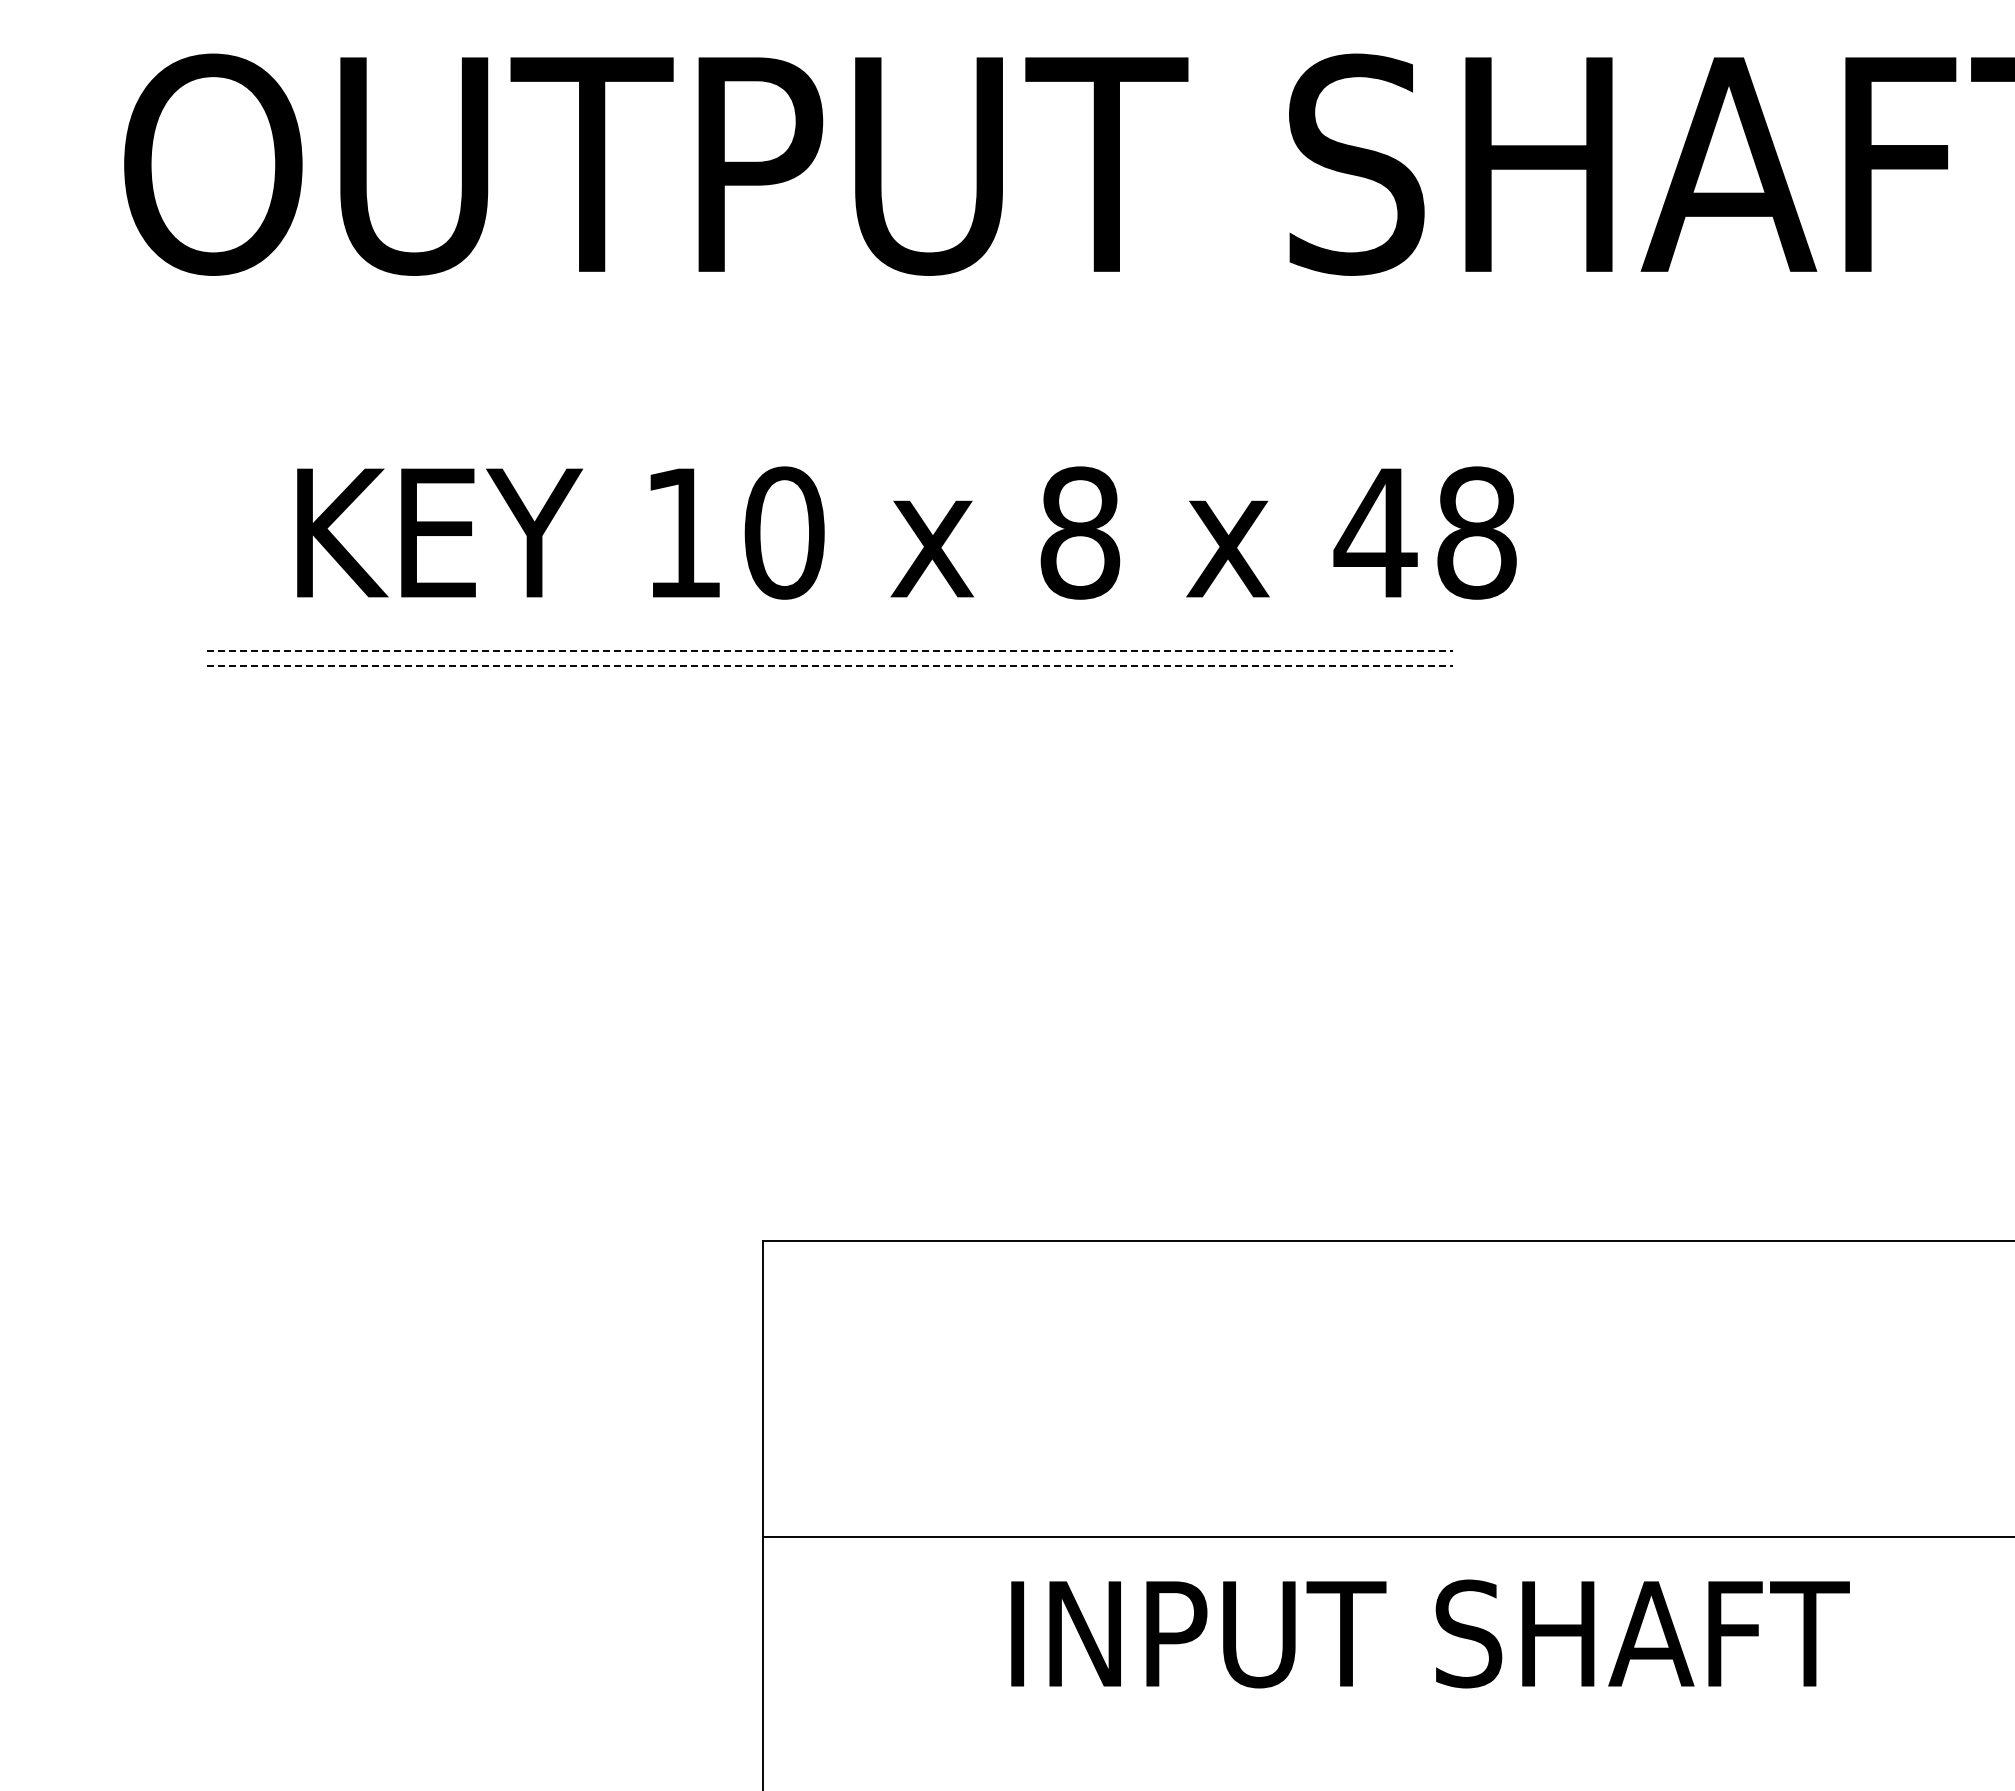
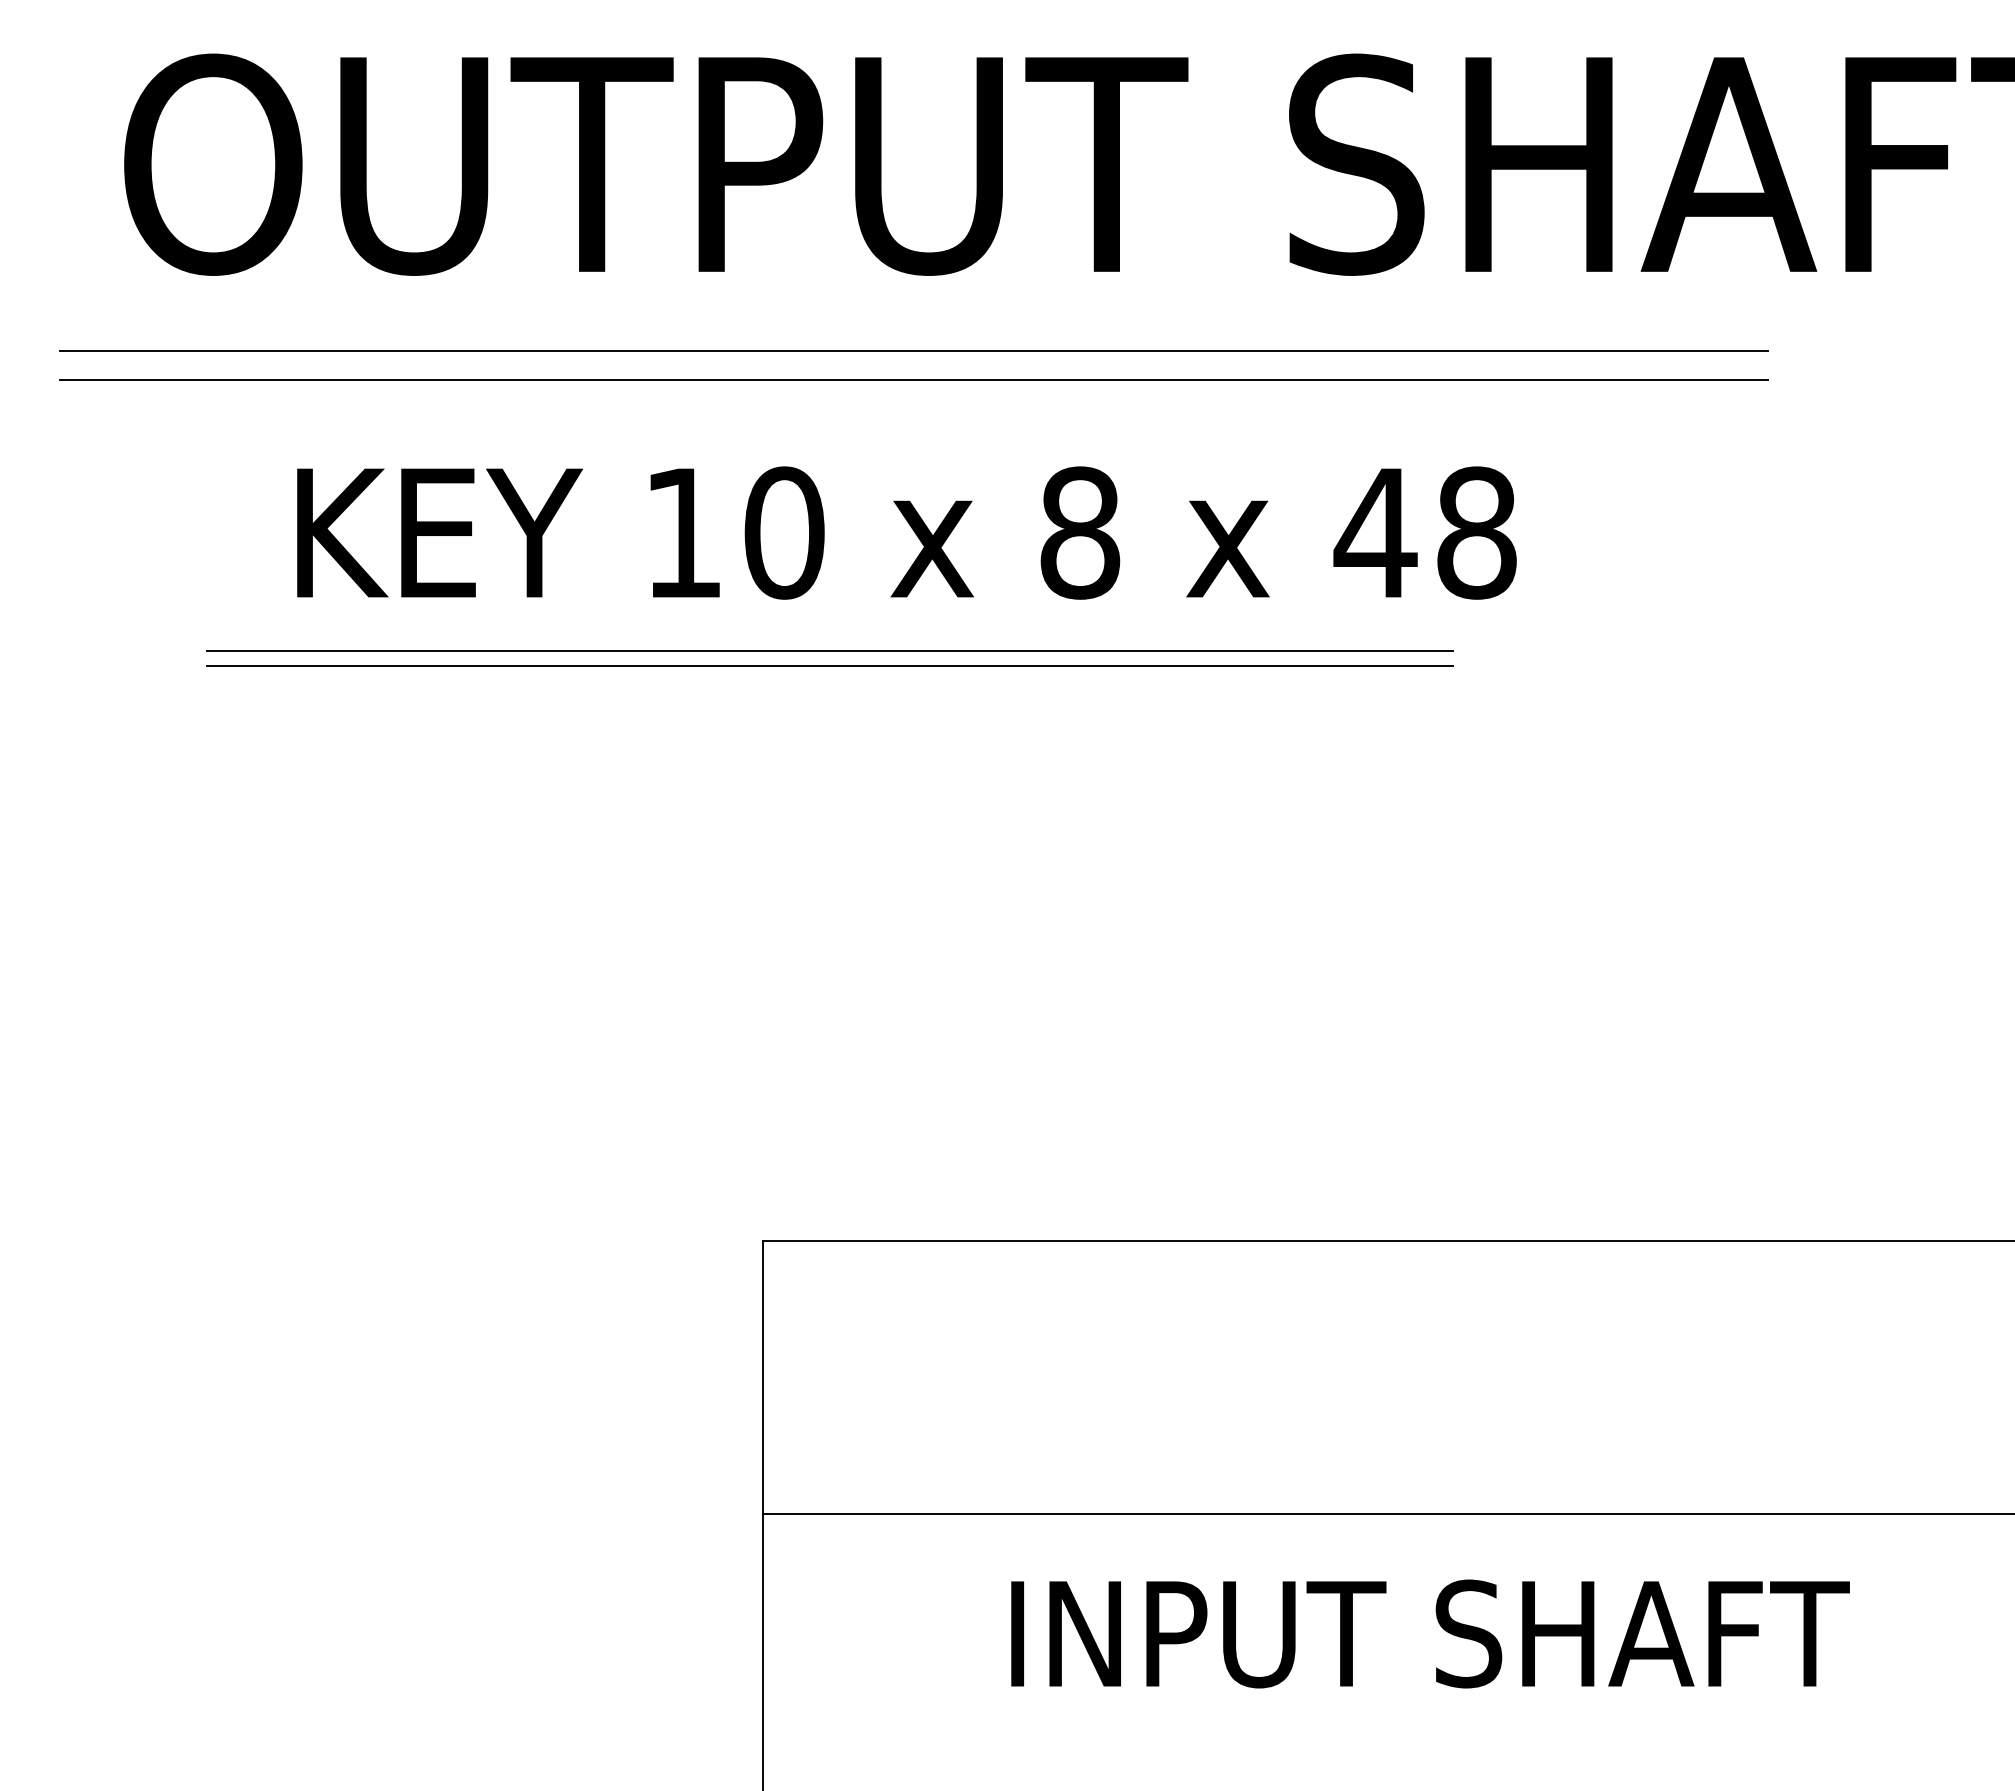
line at (914, 351): none -> present
line at (914, 379): none -> present
line at (830, 651): dashed -> solid
line at (830, 665): dashed -> solid
line at (1386, 1537) position: (1386, 1537) -> (1386, 1514)
